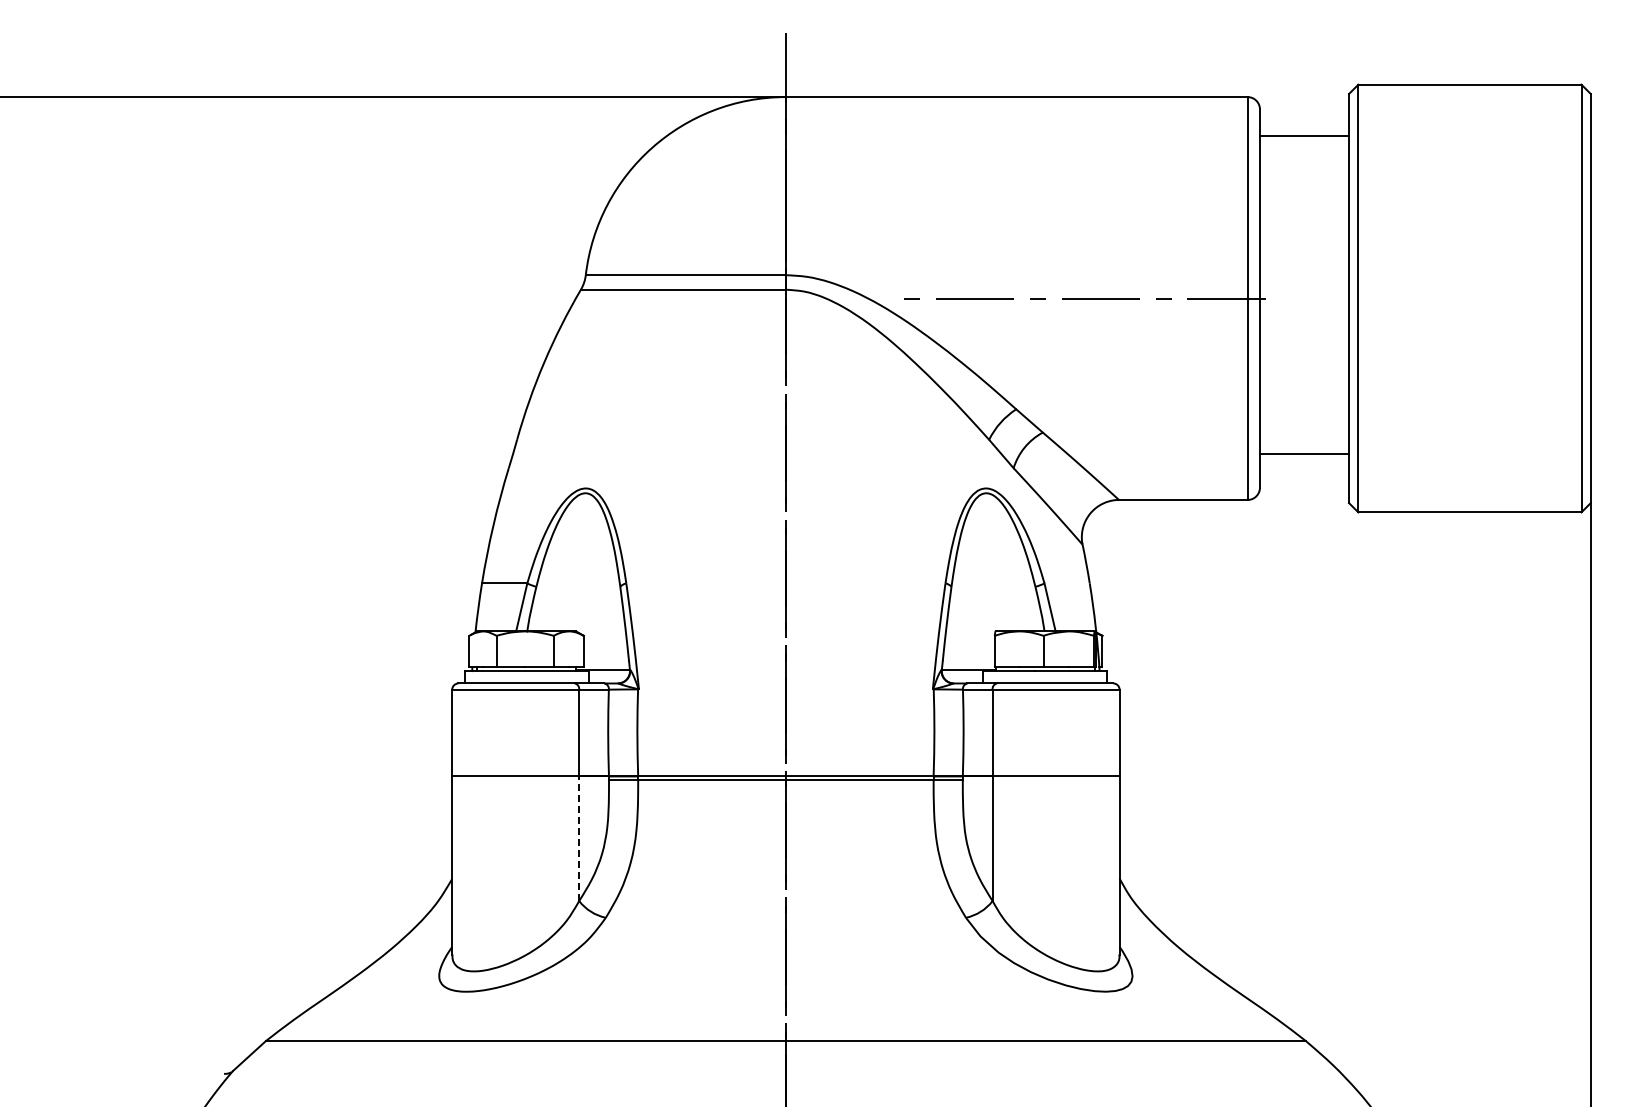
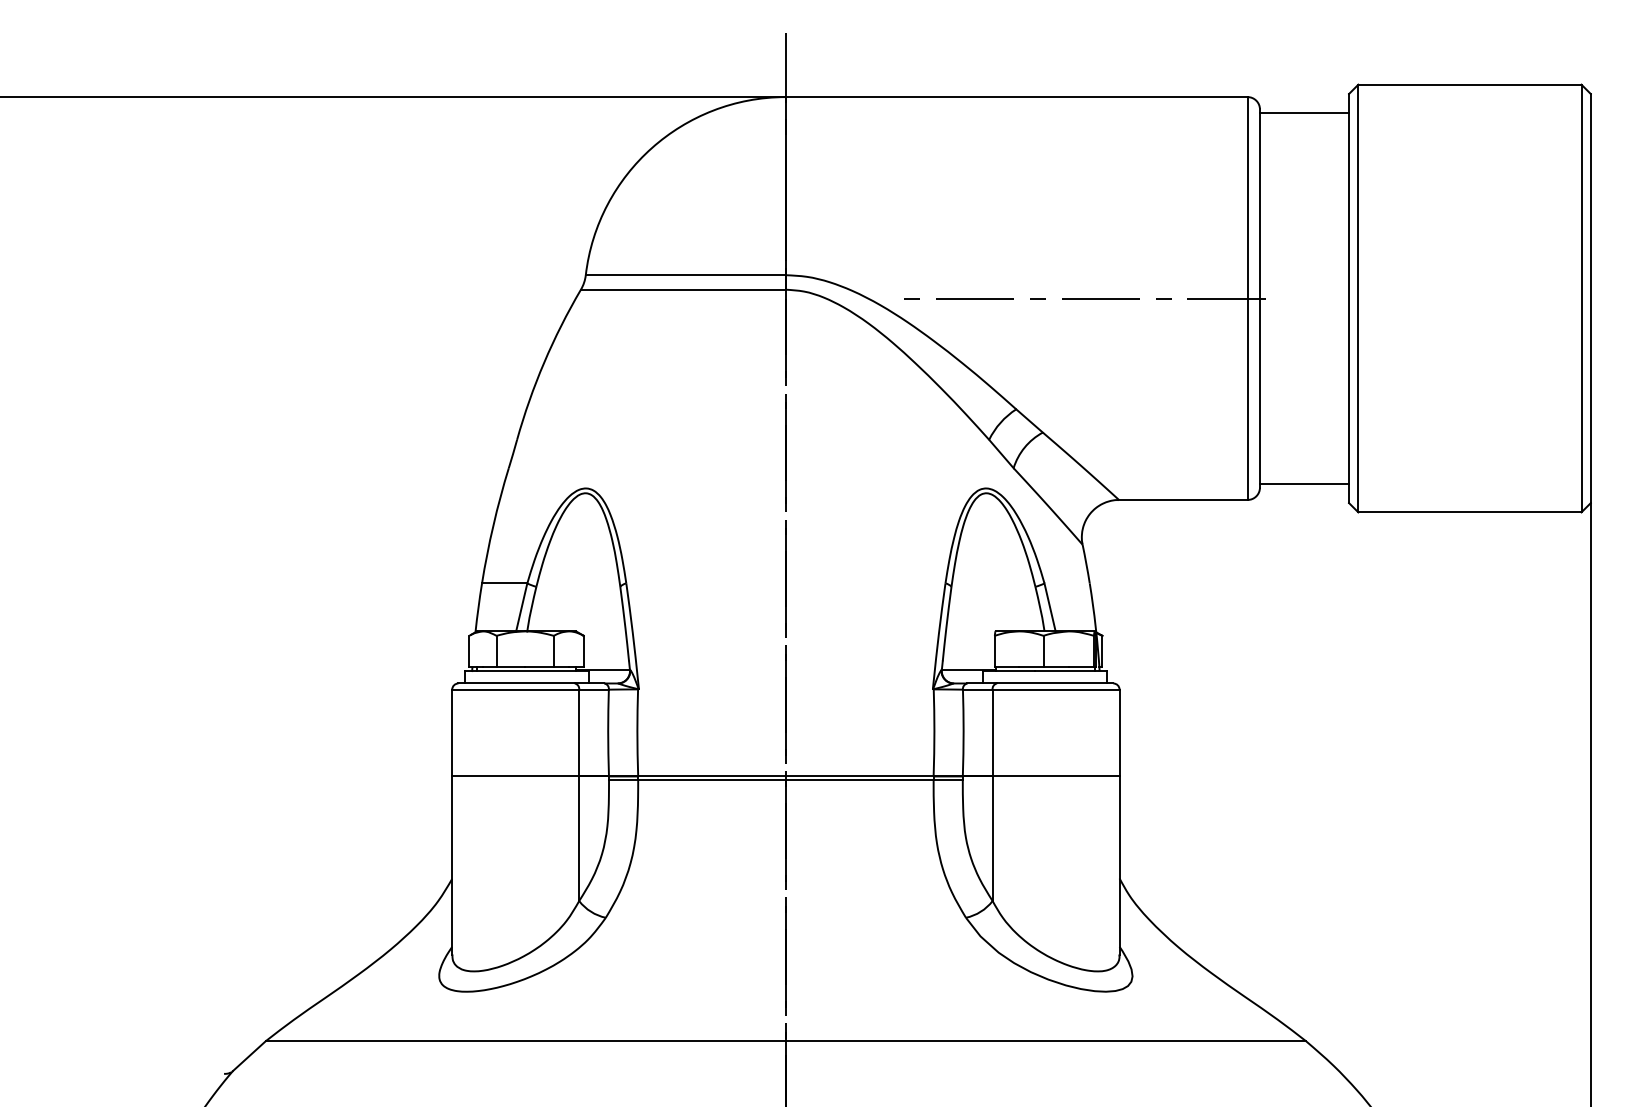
line at (1304, 135) position: (1304, 135) -> (1304, 112)
line at (1304, 454) position: (1304, 454) -> (1304, 484)
line at (579, 838): dashed -> solid
